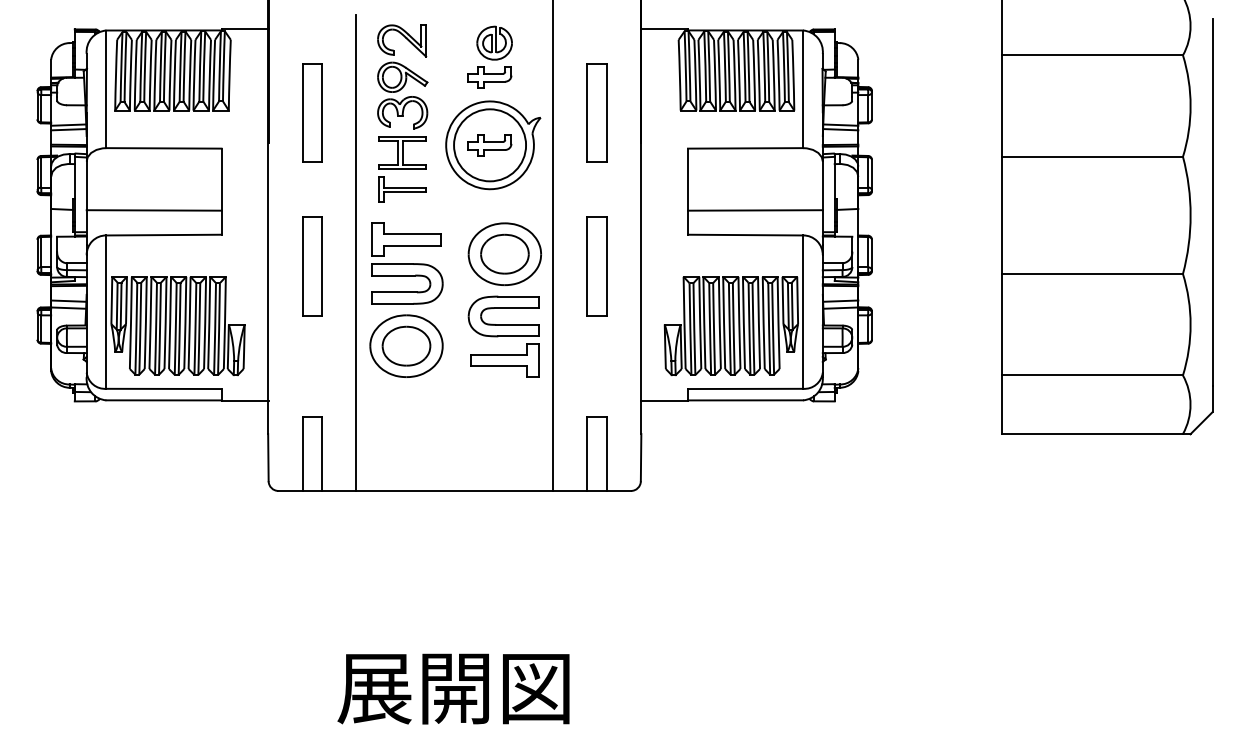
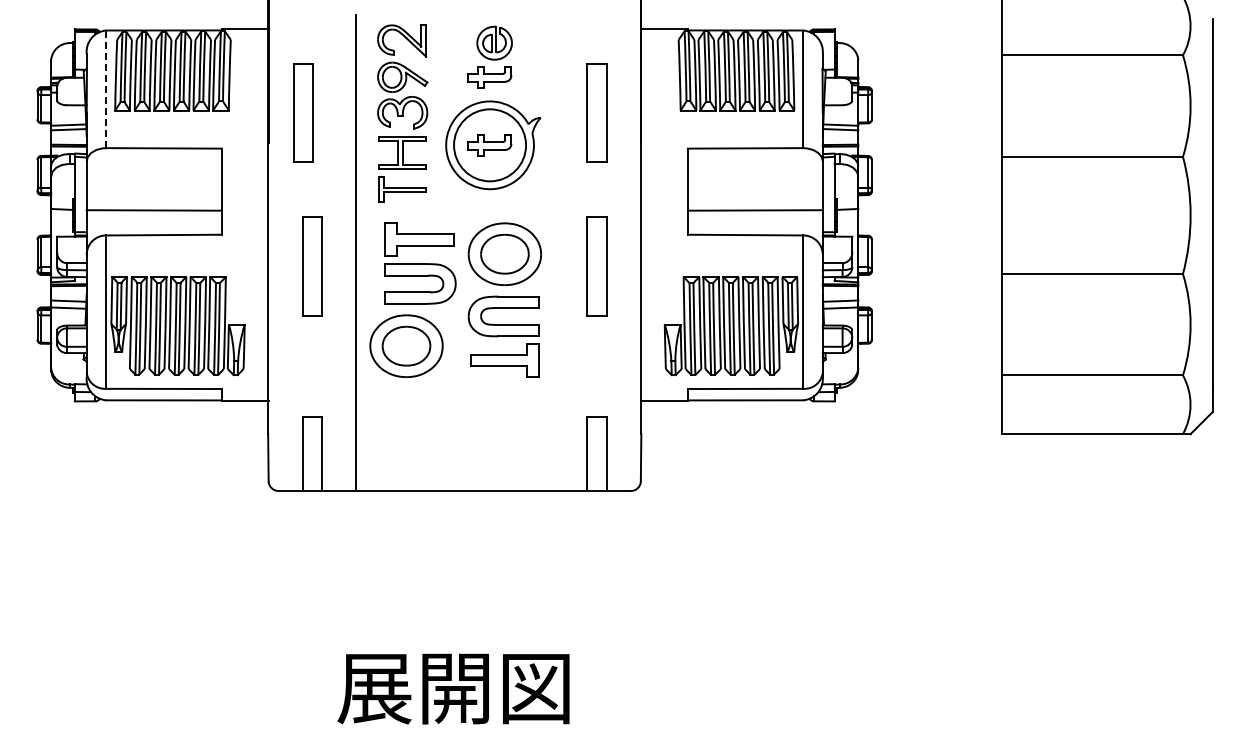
line at (106, 89): solid -> dashed
part at (312, 112) position: (312, 112) -> (303, 112)
line at (553, 246): present -> none
part at (407, 263) position: (407, 263) -> (420, 263)
